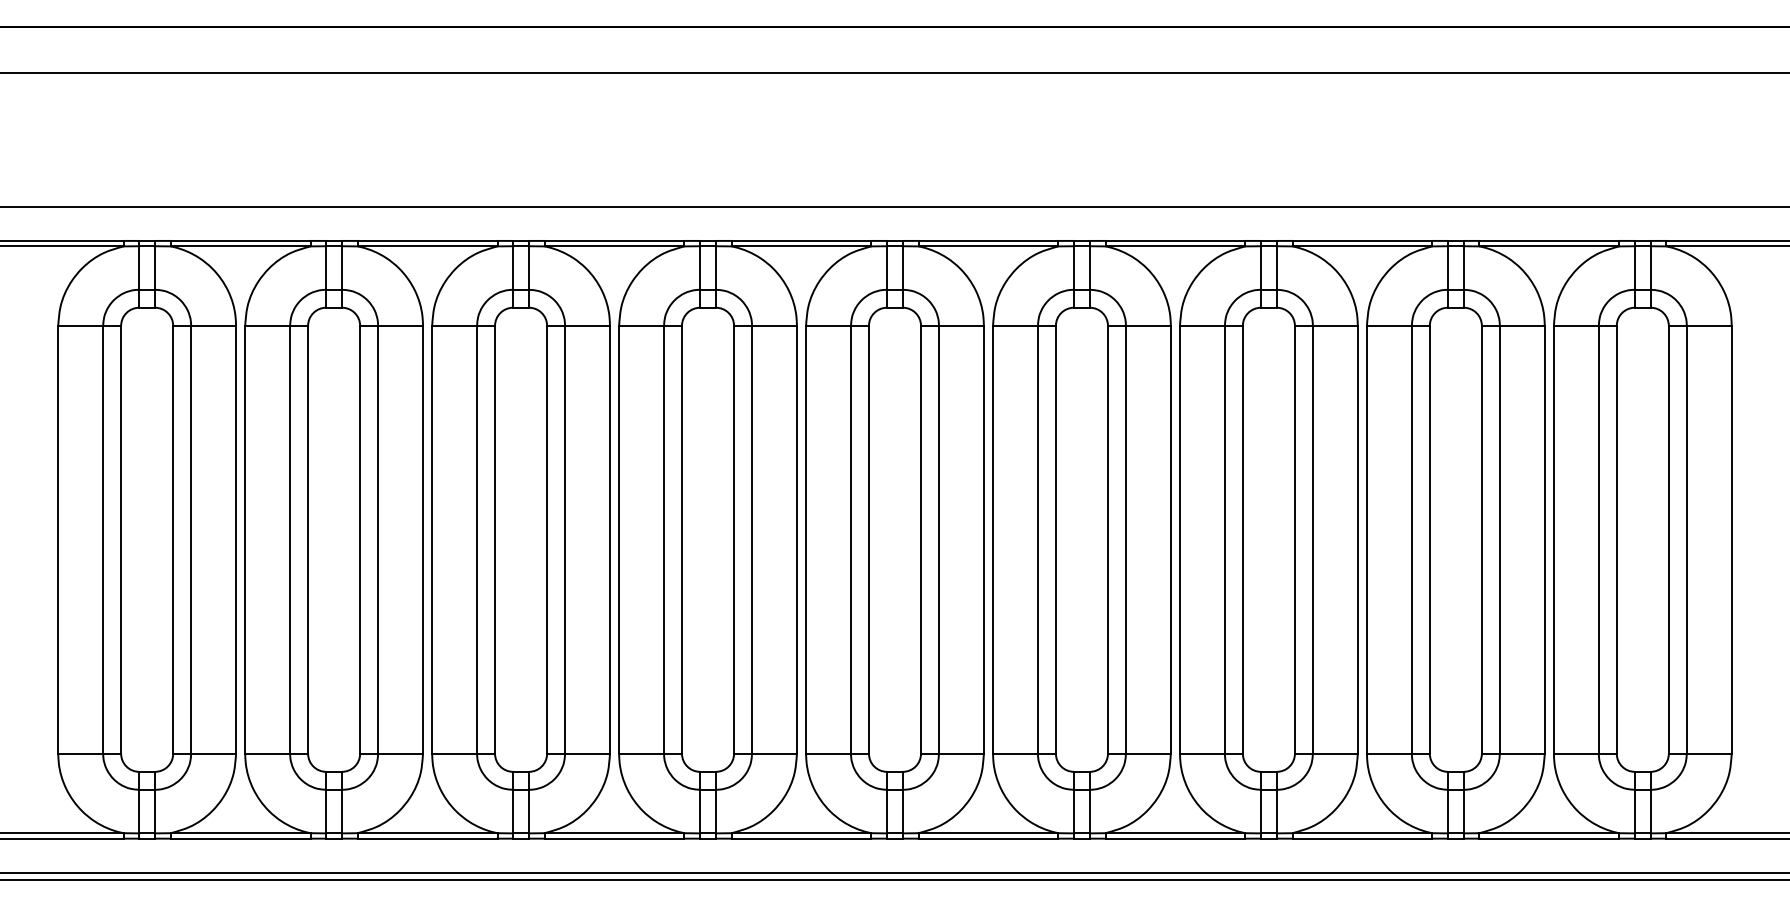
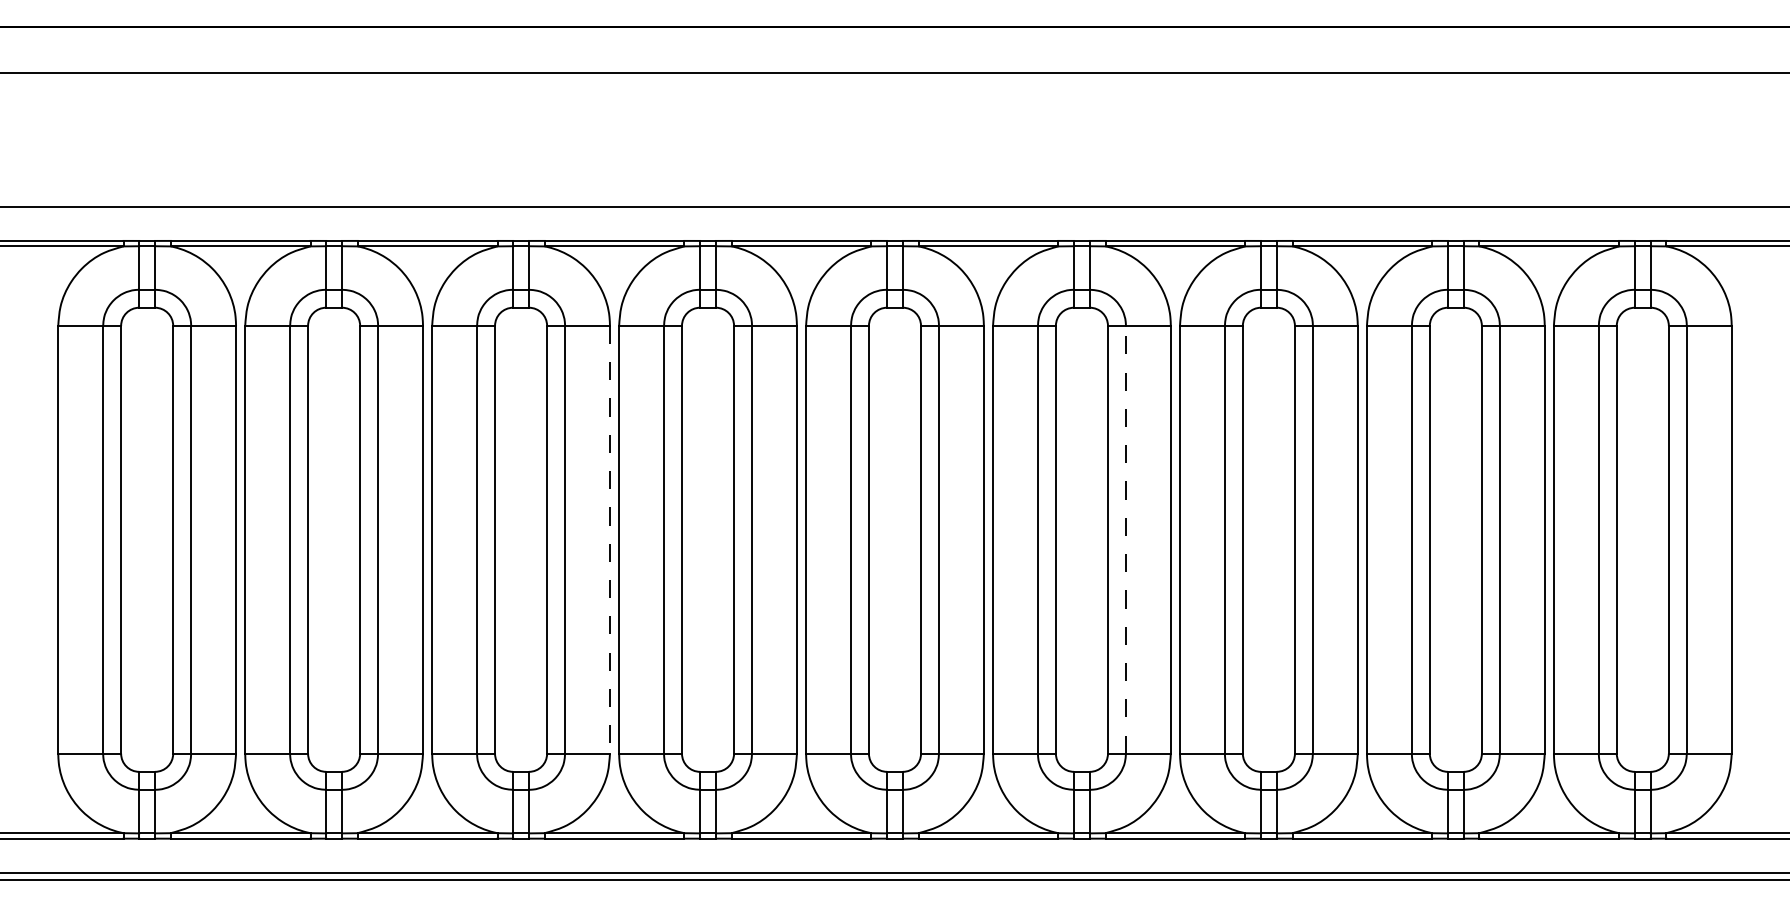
line at (609, 539): solid -> dashed
line at (1125, 539): solid -> dashed
